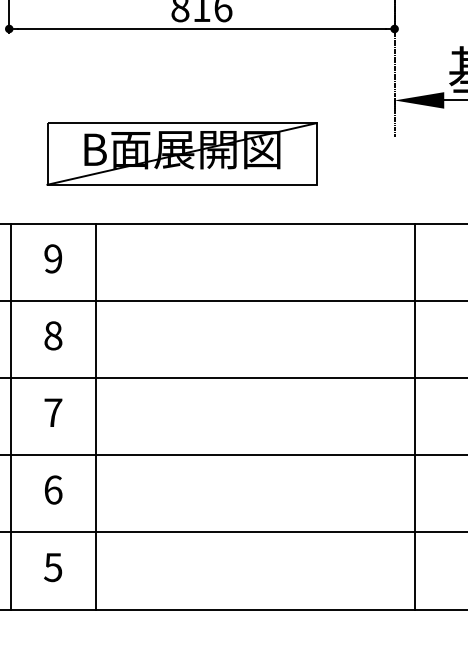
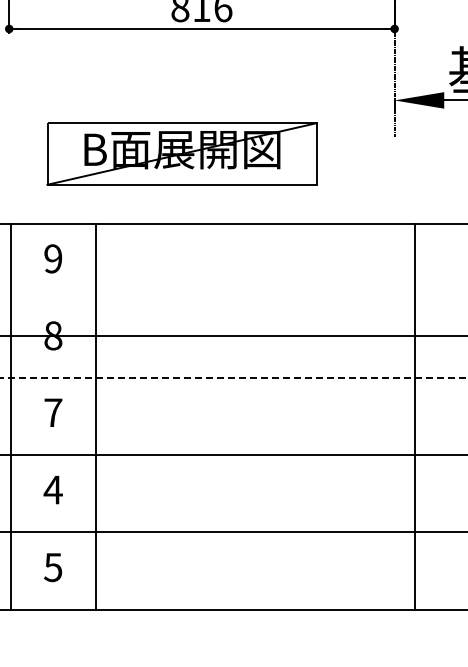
line at (233, 301) position: (233, 301) -> (233, 336)
line at (234, 378): solid -> dashed
text at (52, 489): 6 -> 4
